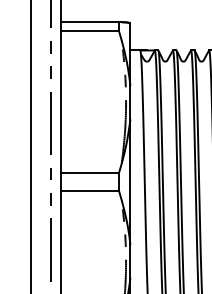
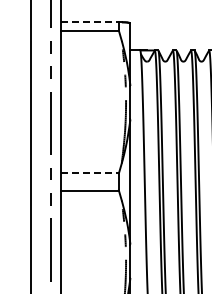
line at (90, 22): solid -> dashed
line at (90, 173): solid -> dashed
